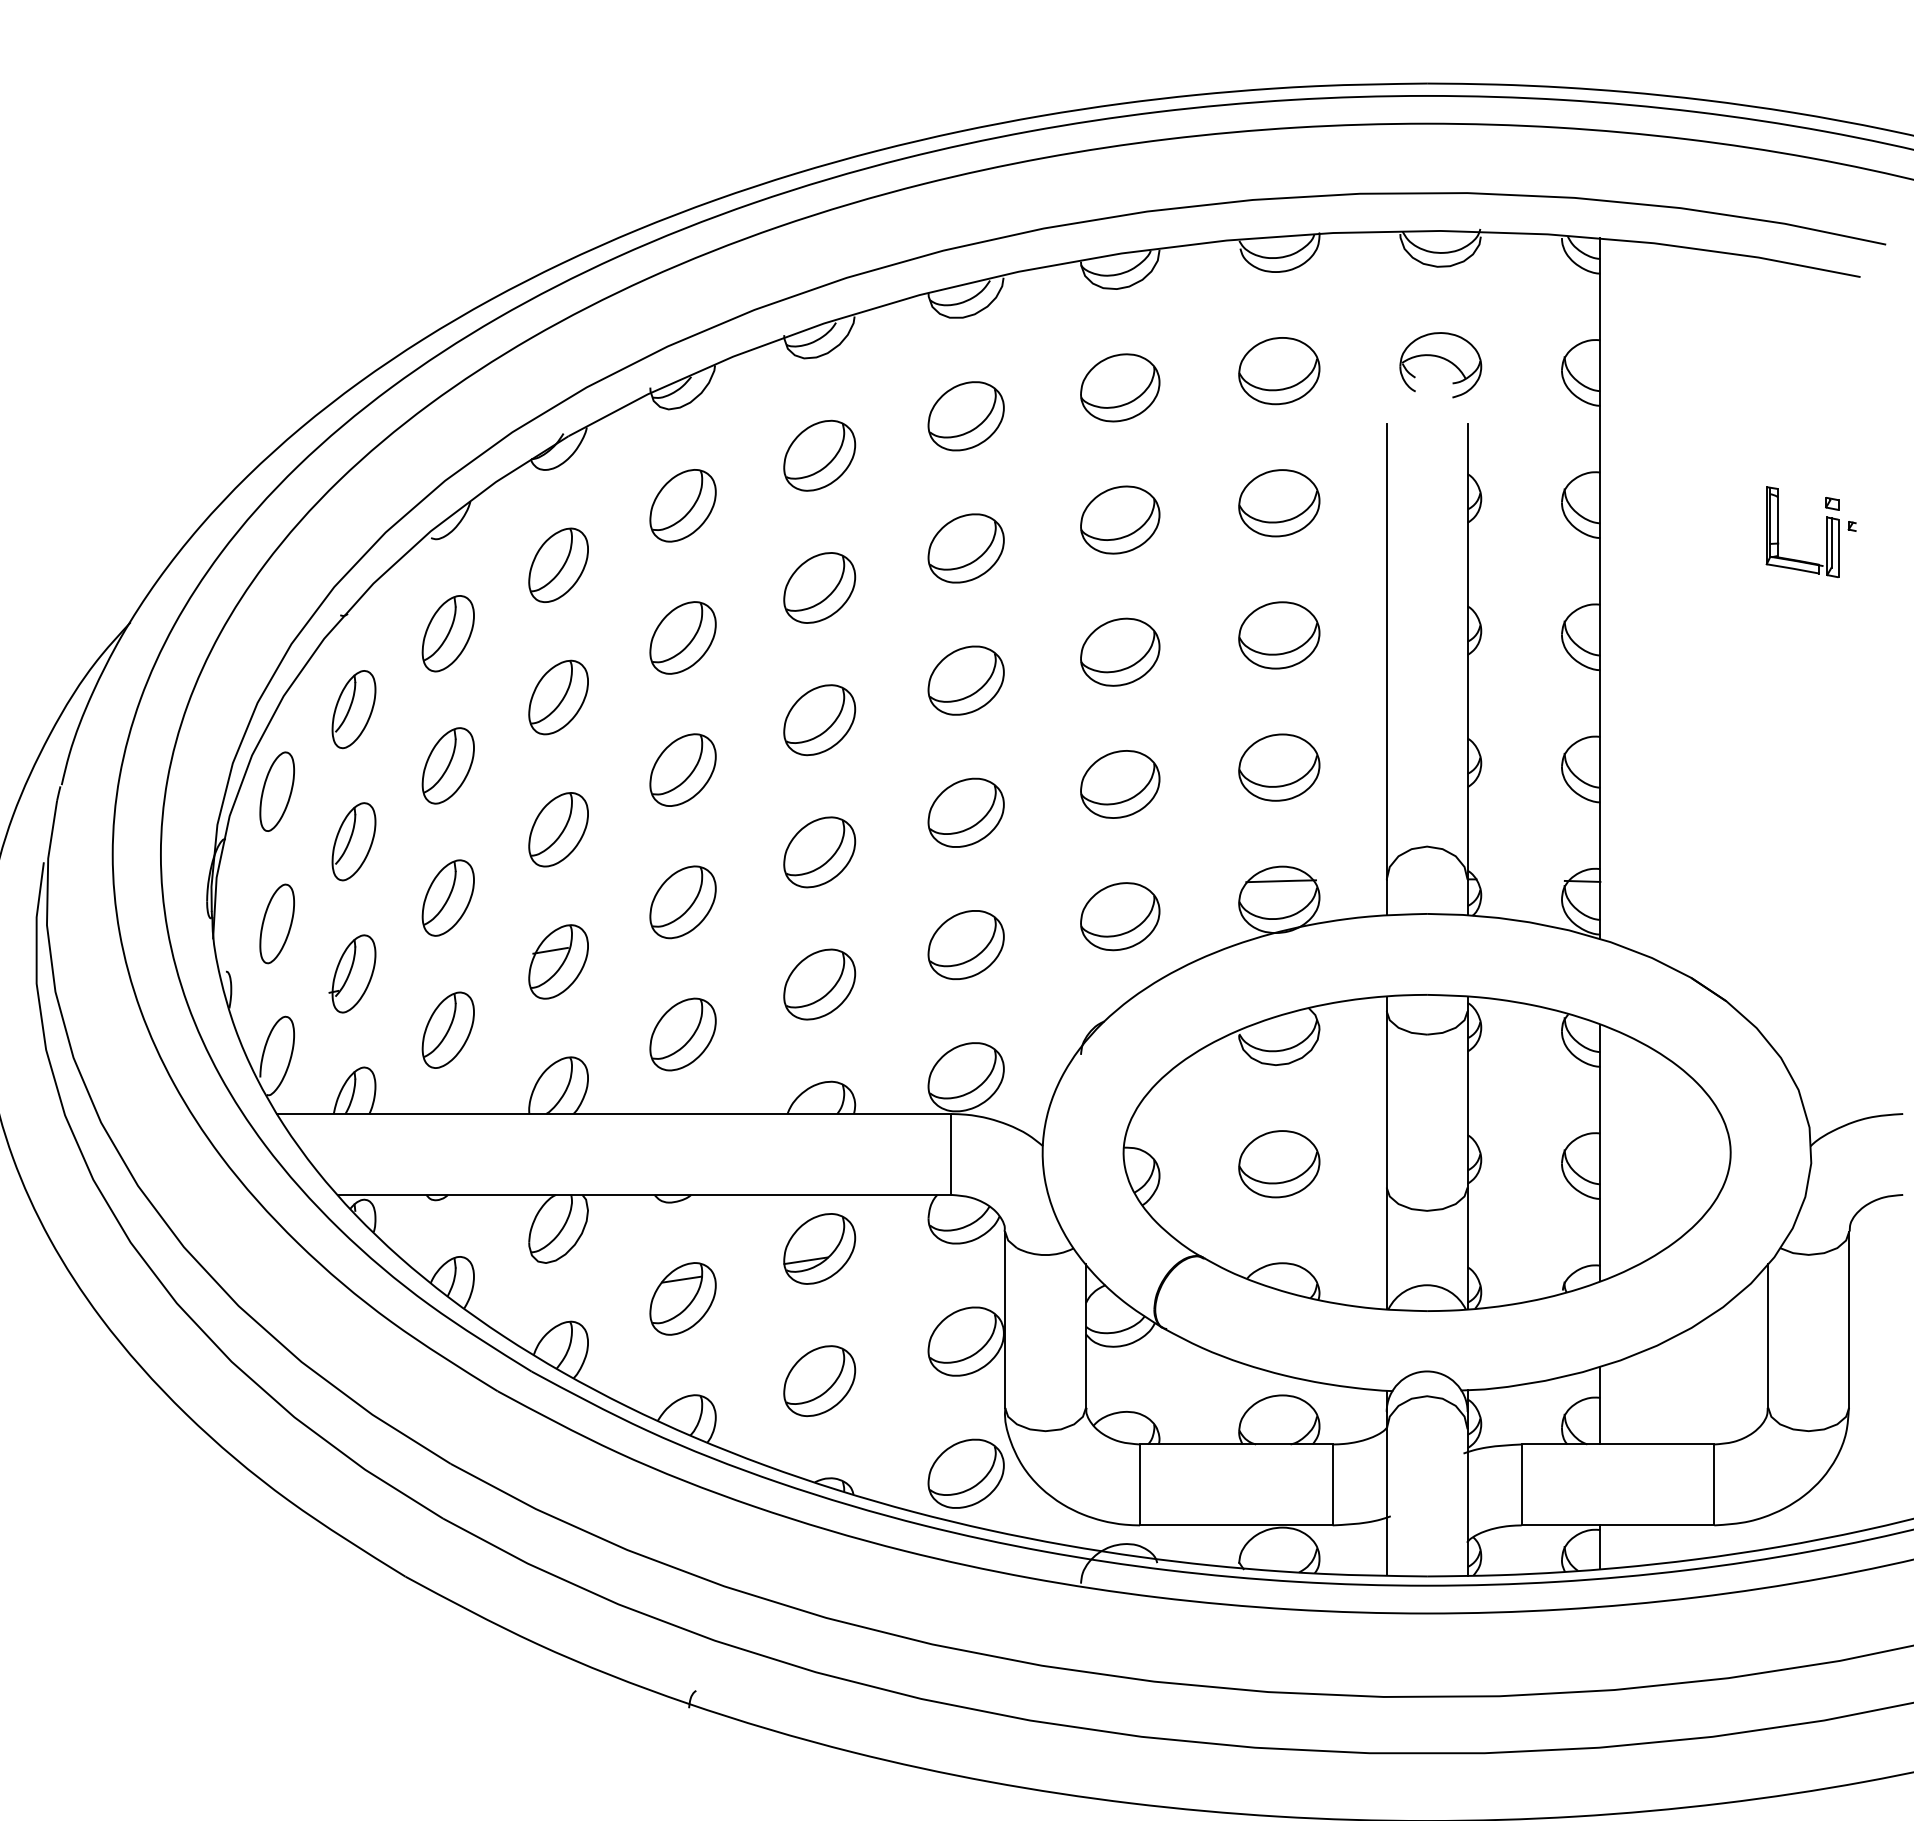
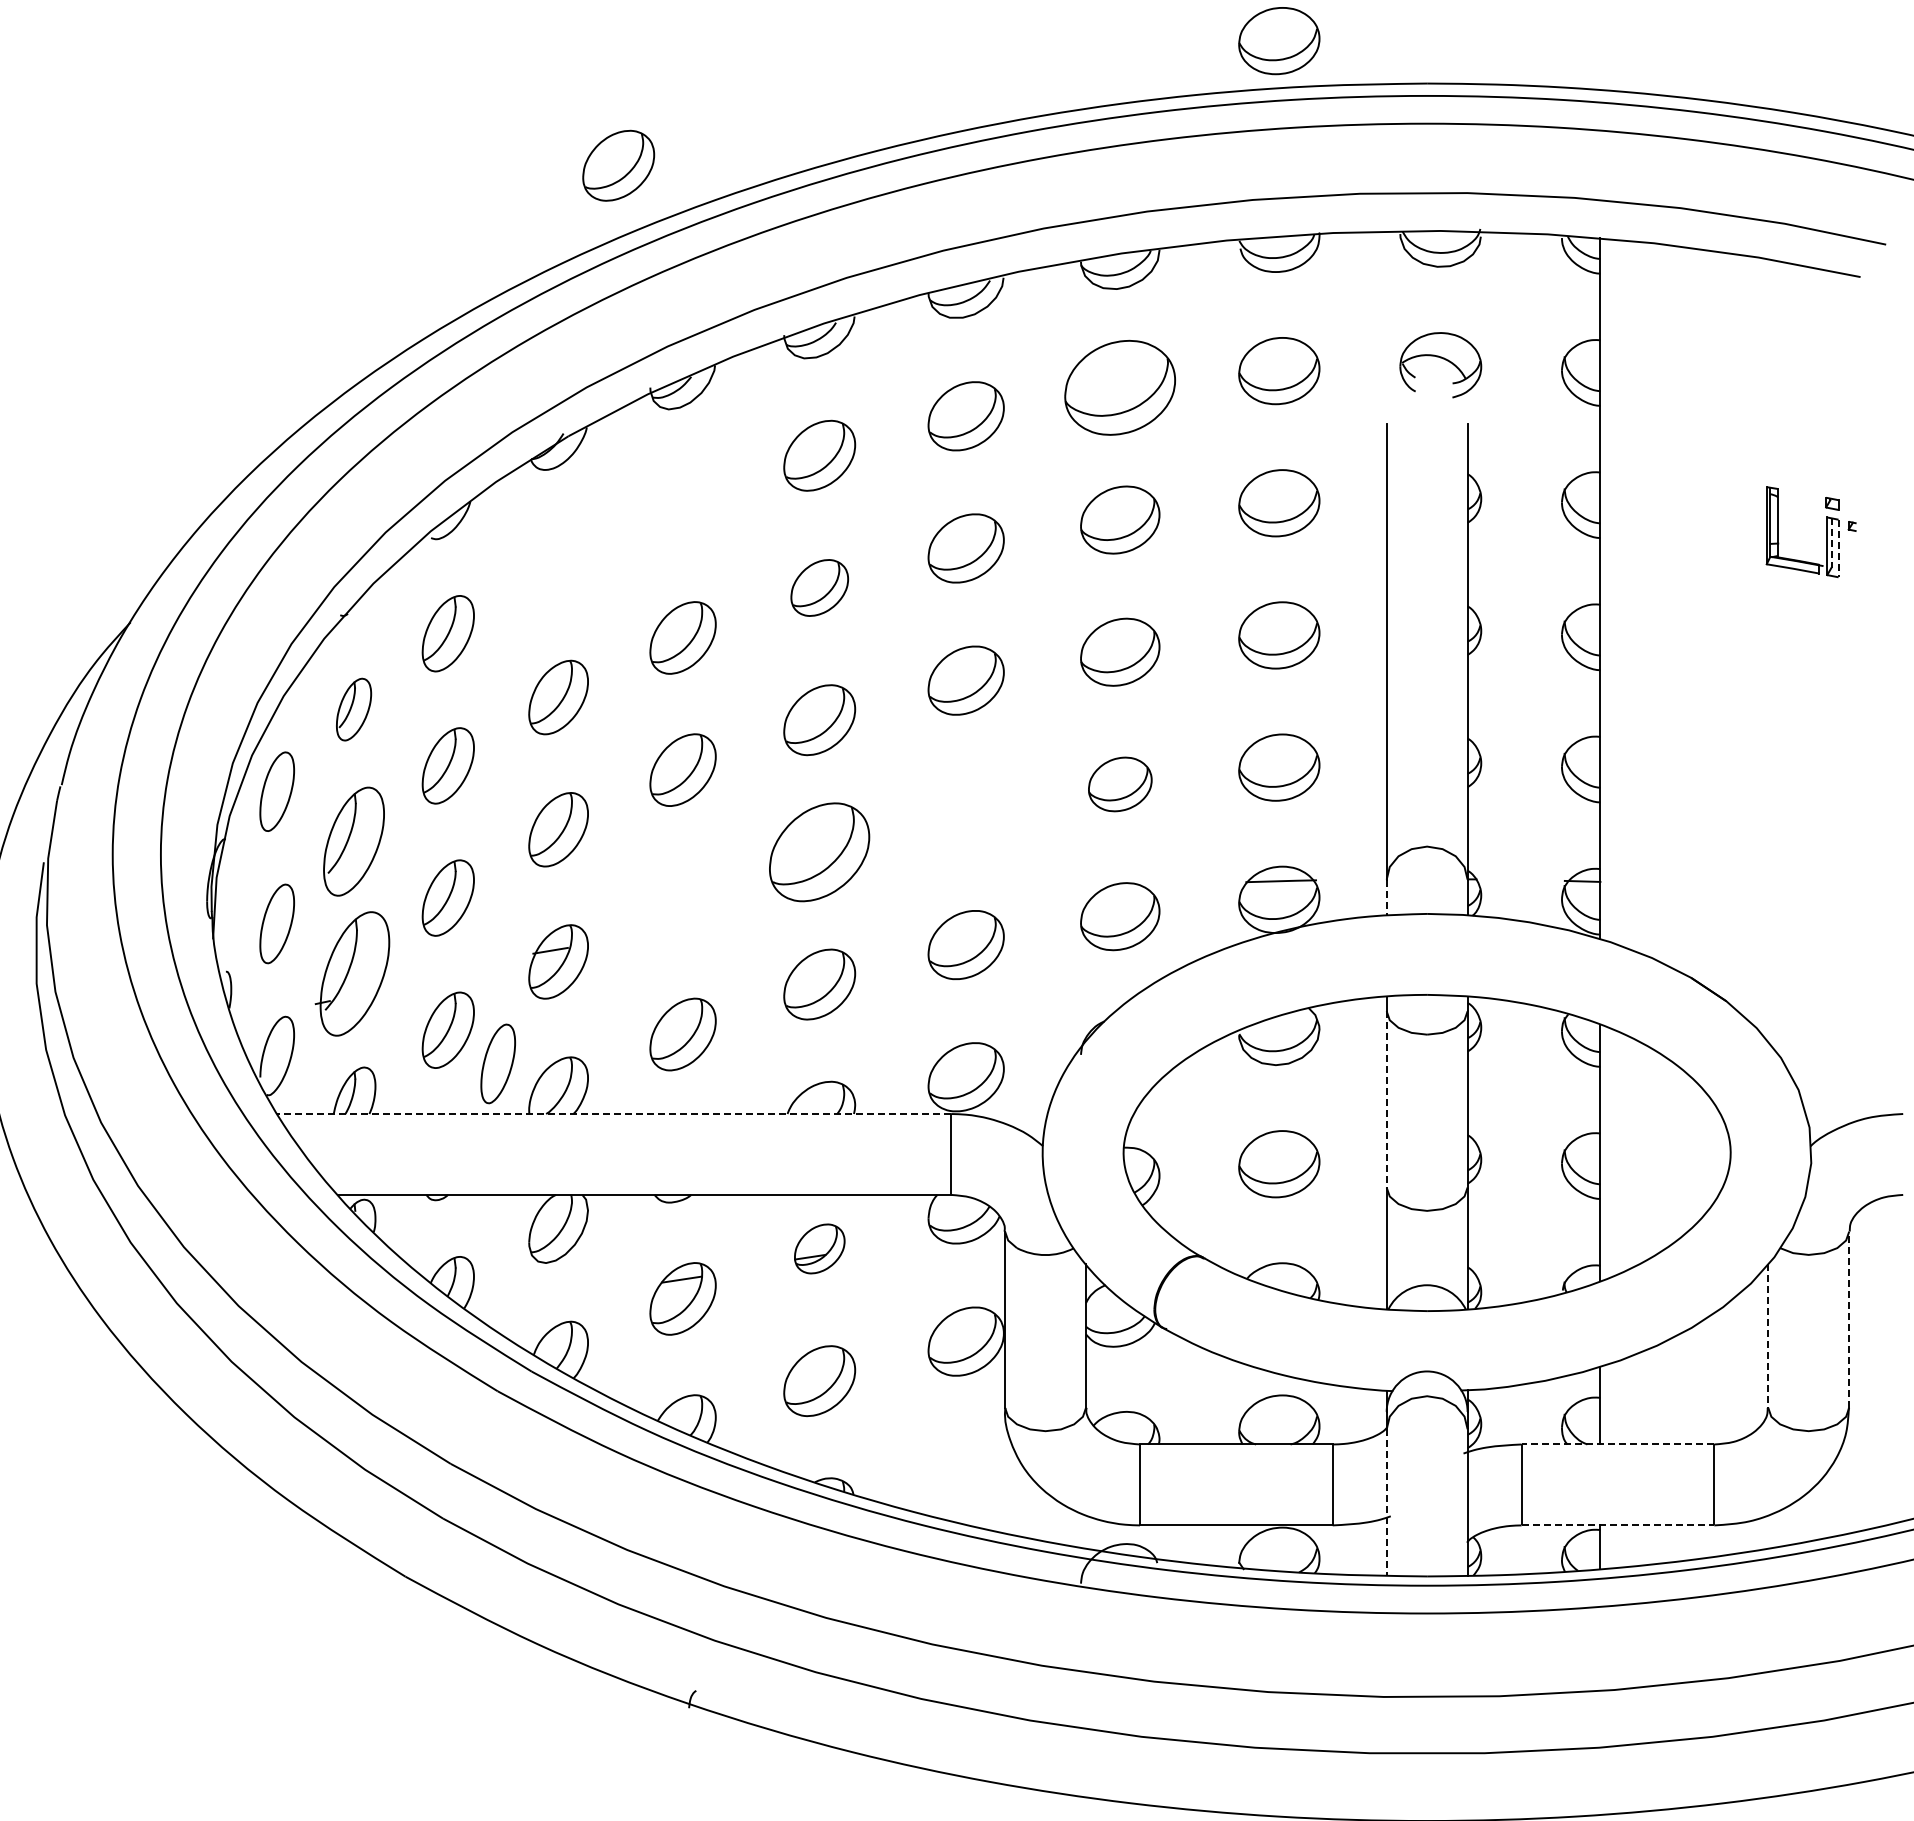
part at (1279, 41): none -> present
part at (618, 165): none -> present
part at (1120, 387) size: 81x70 px -> 112x97 px
part at (682, 505): present -> none
line at (1831, 543): solid -> dashed
line at (1838, 548): solid -> dashed
part at (558, 564): present -> none
part at (819, 587) size: 74x72 px -> 59x58 px
part at (353, 709) size: 46x80 px -> 37x65 px
part at (1120, 784) size: 81x69 px -> 65x57 px
part at (965, 812): present -> none
part at (353, 841) size: 46x80 px -> 62x111 px
part at (819, 852) size: 74x73 px -> 102x101 px
line at (1386, 897): solid -> dashed
part at (682, 902): present -> none
part at (352, 973) size: 49x80 px -> 77x126 px
part at (497, 1063): none -> present
line at (1386, 1099): solid -> dashed
line at (614, 1114): solid -> dashed
part at (819, 1248) size: 74x72 px -> 52x52 px
line at (1849, 1319): solid -> dashed
line at (1768, 1336): solid -> dashed
line at (1617, 1444): solid -> dashed
part at (965, 1473): present -> none
line at (1386, 1502): solid -> dashed
line at (1618, 1525): solid -> dashed
